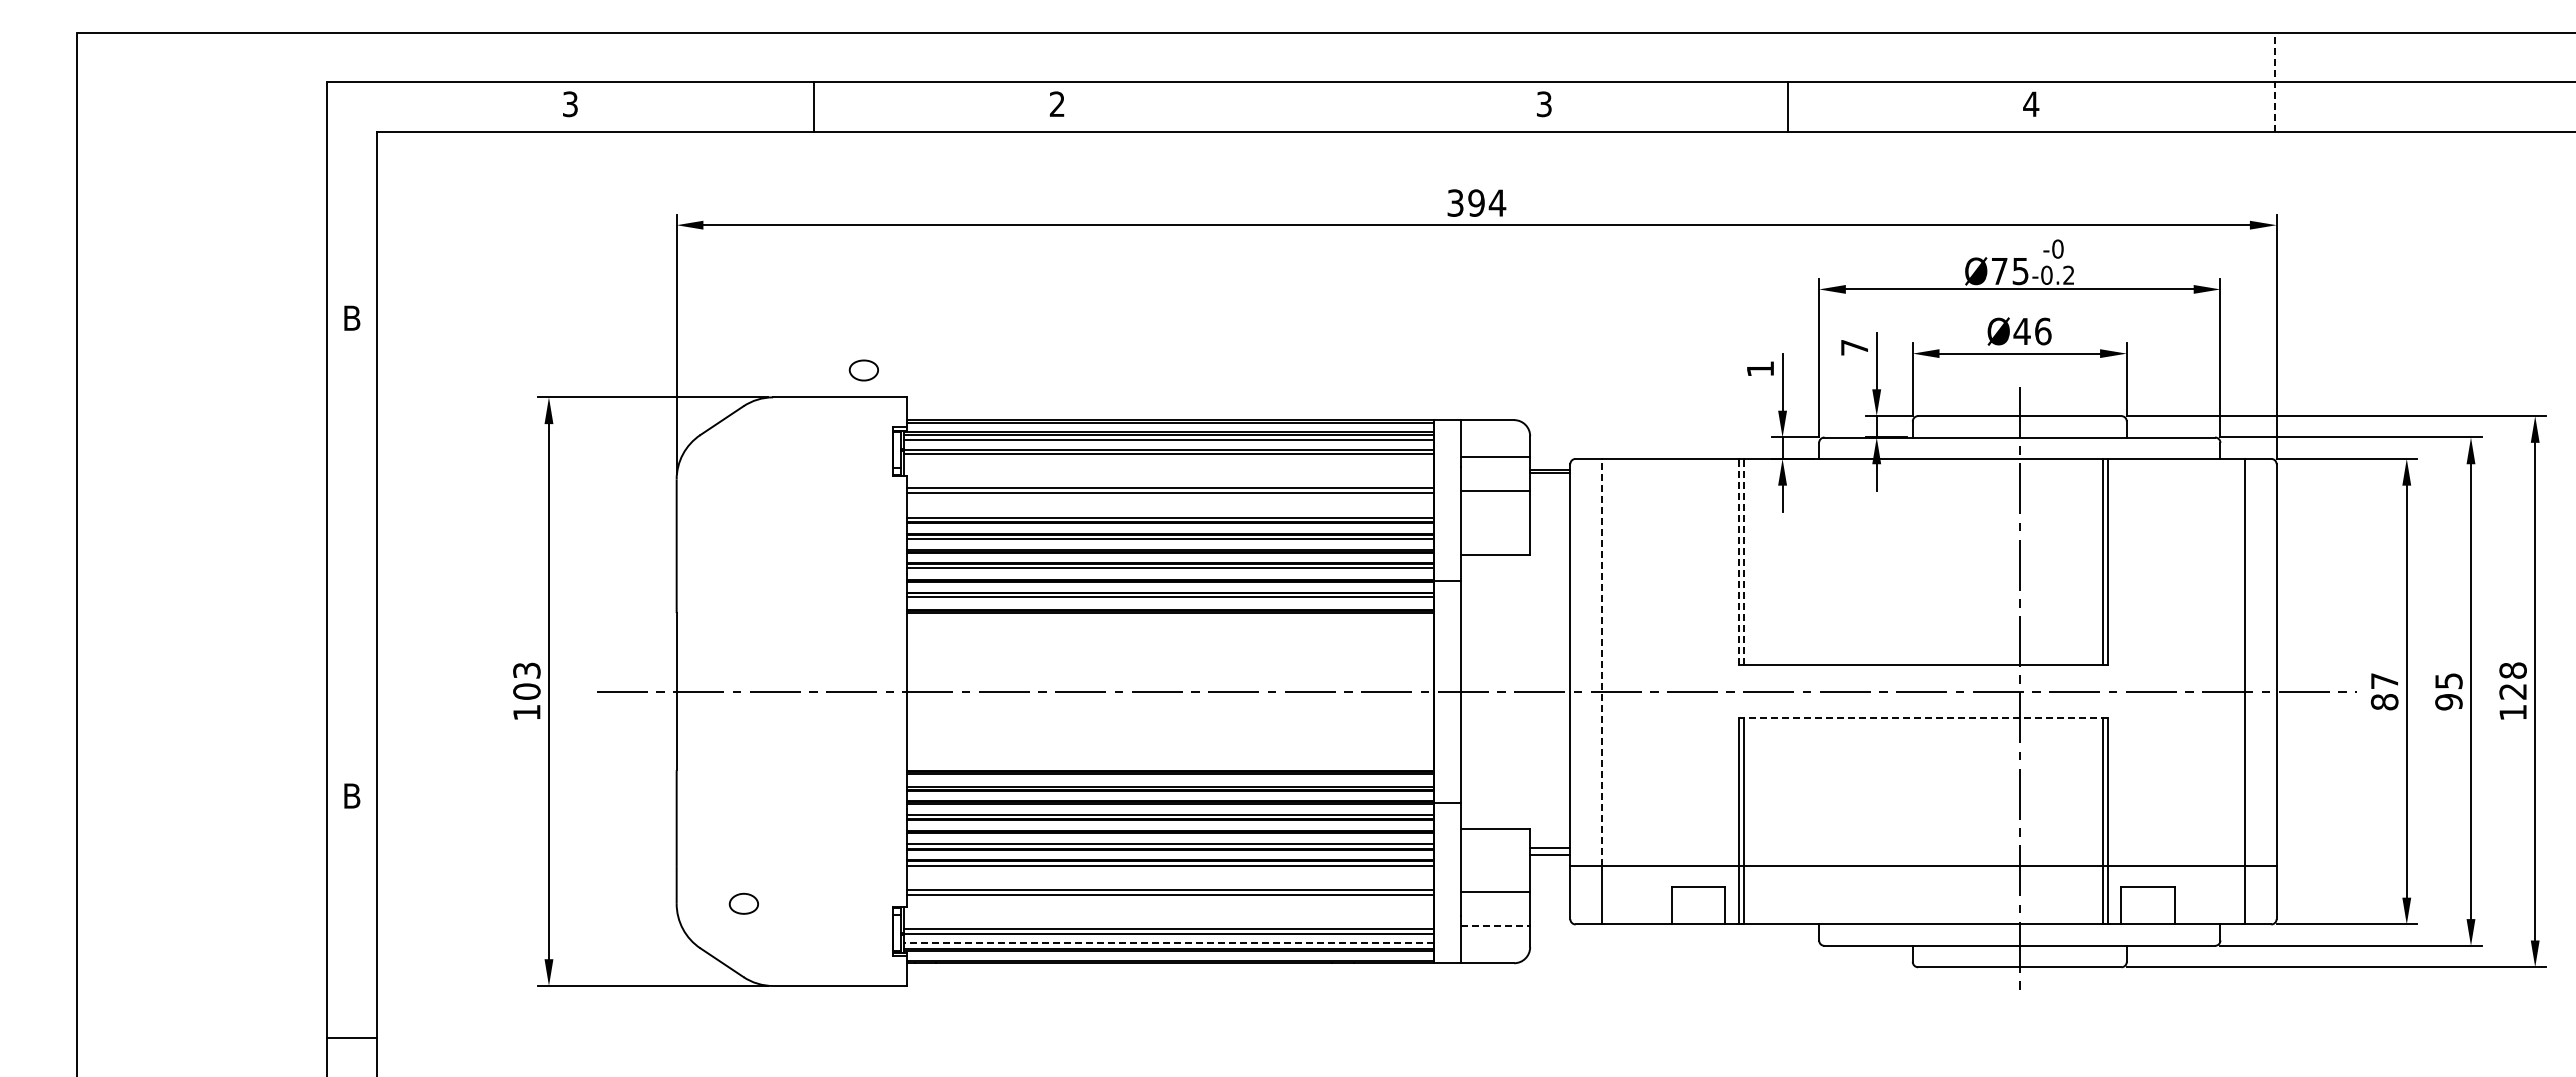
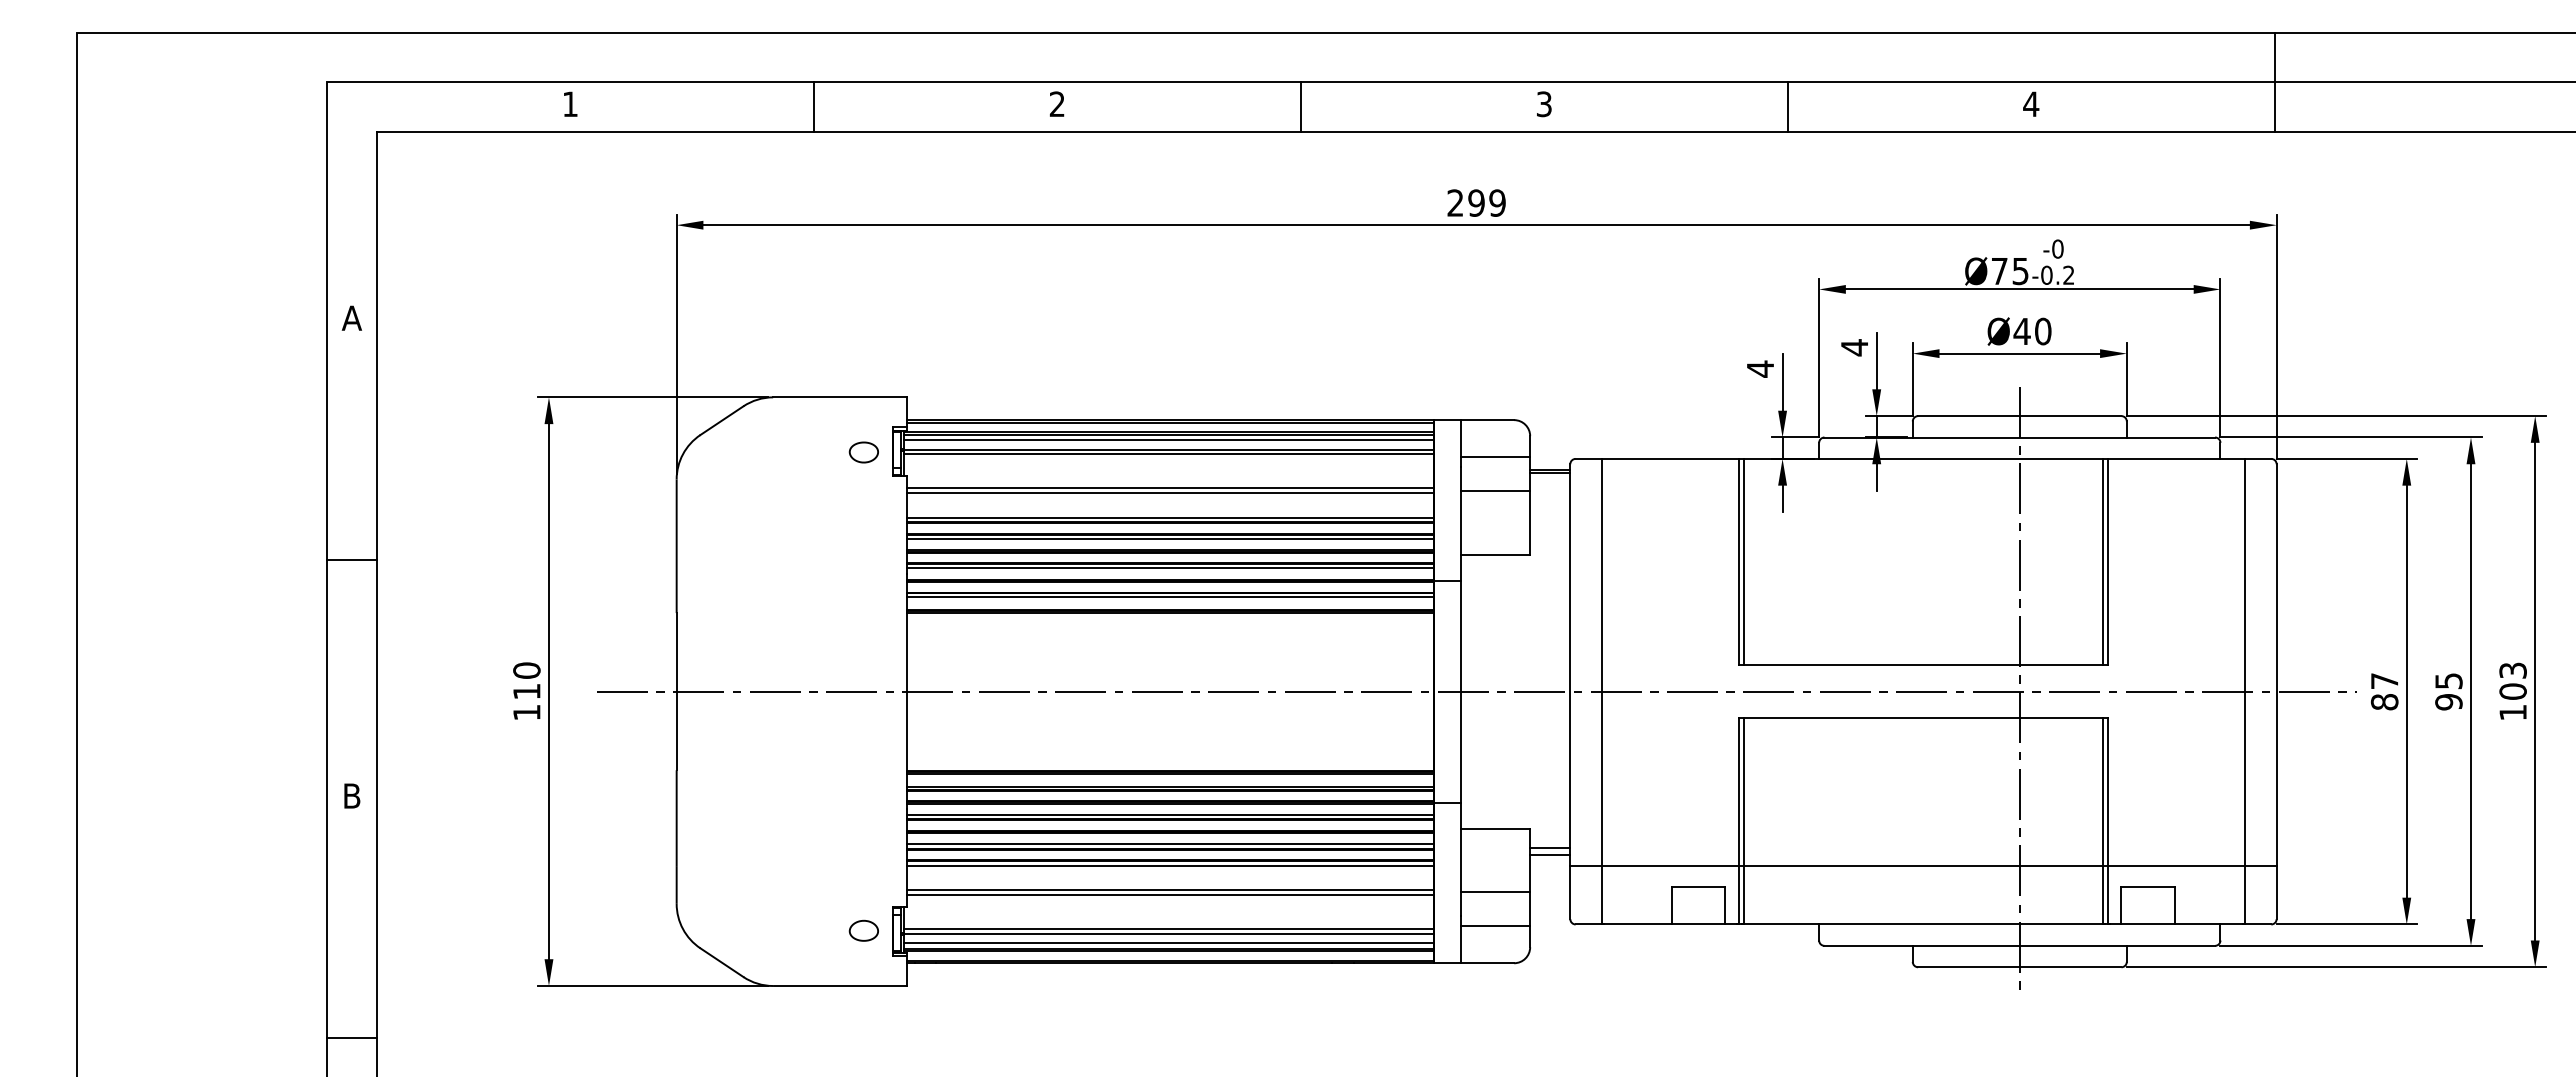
line at (2274, 82): dashed -> solid
text at (570, 104): 3 -> 1
line at (1300, 107): none -> present
text at (1476, 202): 394 -> 299
text at (351, 317): B -> A
text at (2043, 331): Ø46 -> Ø40
text at (1854, 347): 7 -> 4
text at (1760, 368): 1 -> 4
part at (863, 370) position: (863, 370) -> (863, 452)
line at (351, 560): none -> present
line at (1738, 561): dashed -> solid
line at (1744, 561): dashed -> solid
line at (1602, 661): dashed -> solid
text at (526, 680): 103 -> 110
text at (2512, 680): 128 -> 103
line at (1923, 718): dashed -> solid
part at (743, 903) position: (743, 903) -> (863, 930)
line at (1495, 926): dashed -> solid
line at (1168, 943): dashed -> solid
